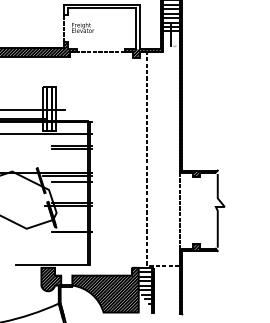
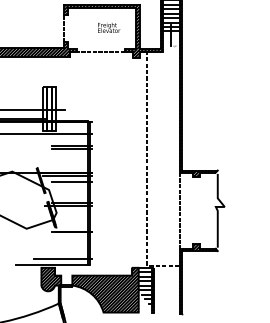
text at (83, 27) position: (83, 27) -> (109, 27)
hatch at (101, 27): none -> present
line at (63, 259): none -> present
